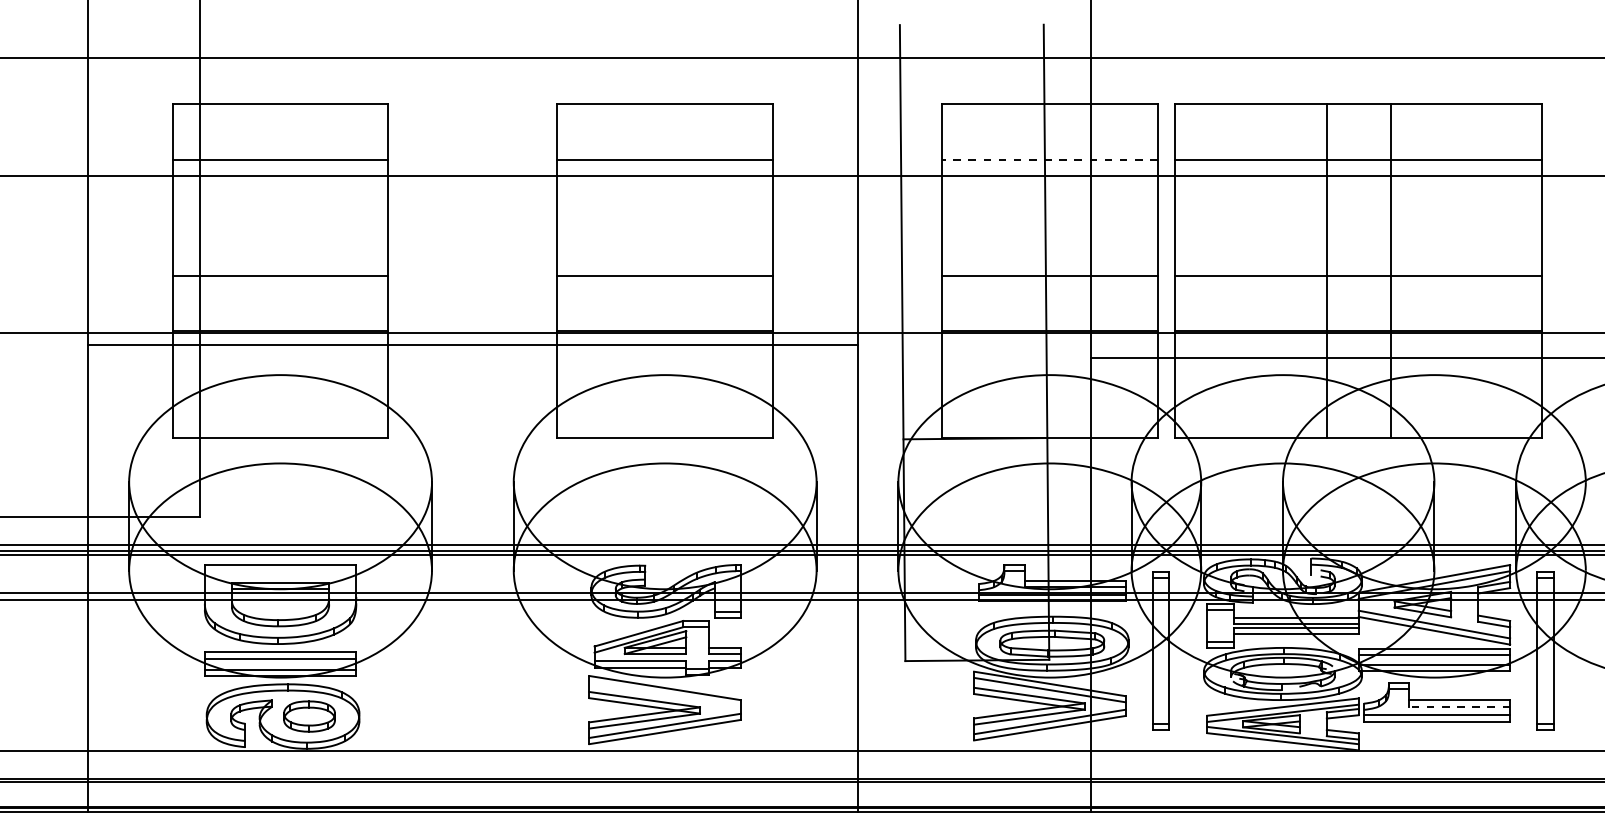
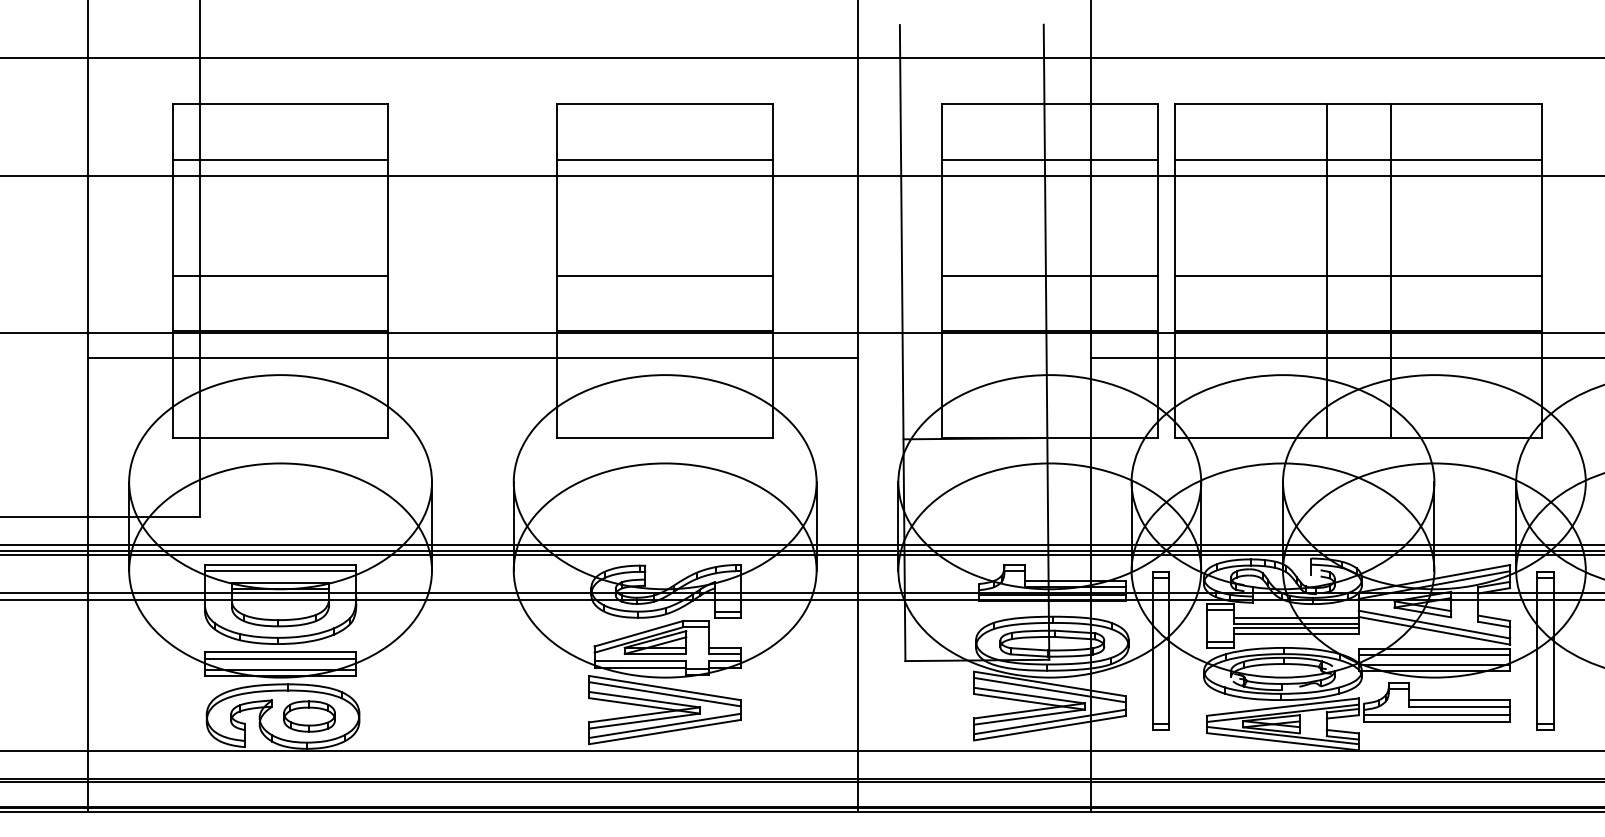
line at (1049, 159): dashed -> solid
line at (472, 345) position: (472, 345) -> (472, 358)
line at (280, 571): none -> present
line at (664, 694): none -> present
line at (1459, 706): dashed -> solid
